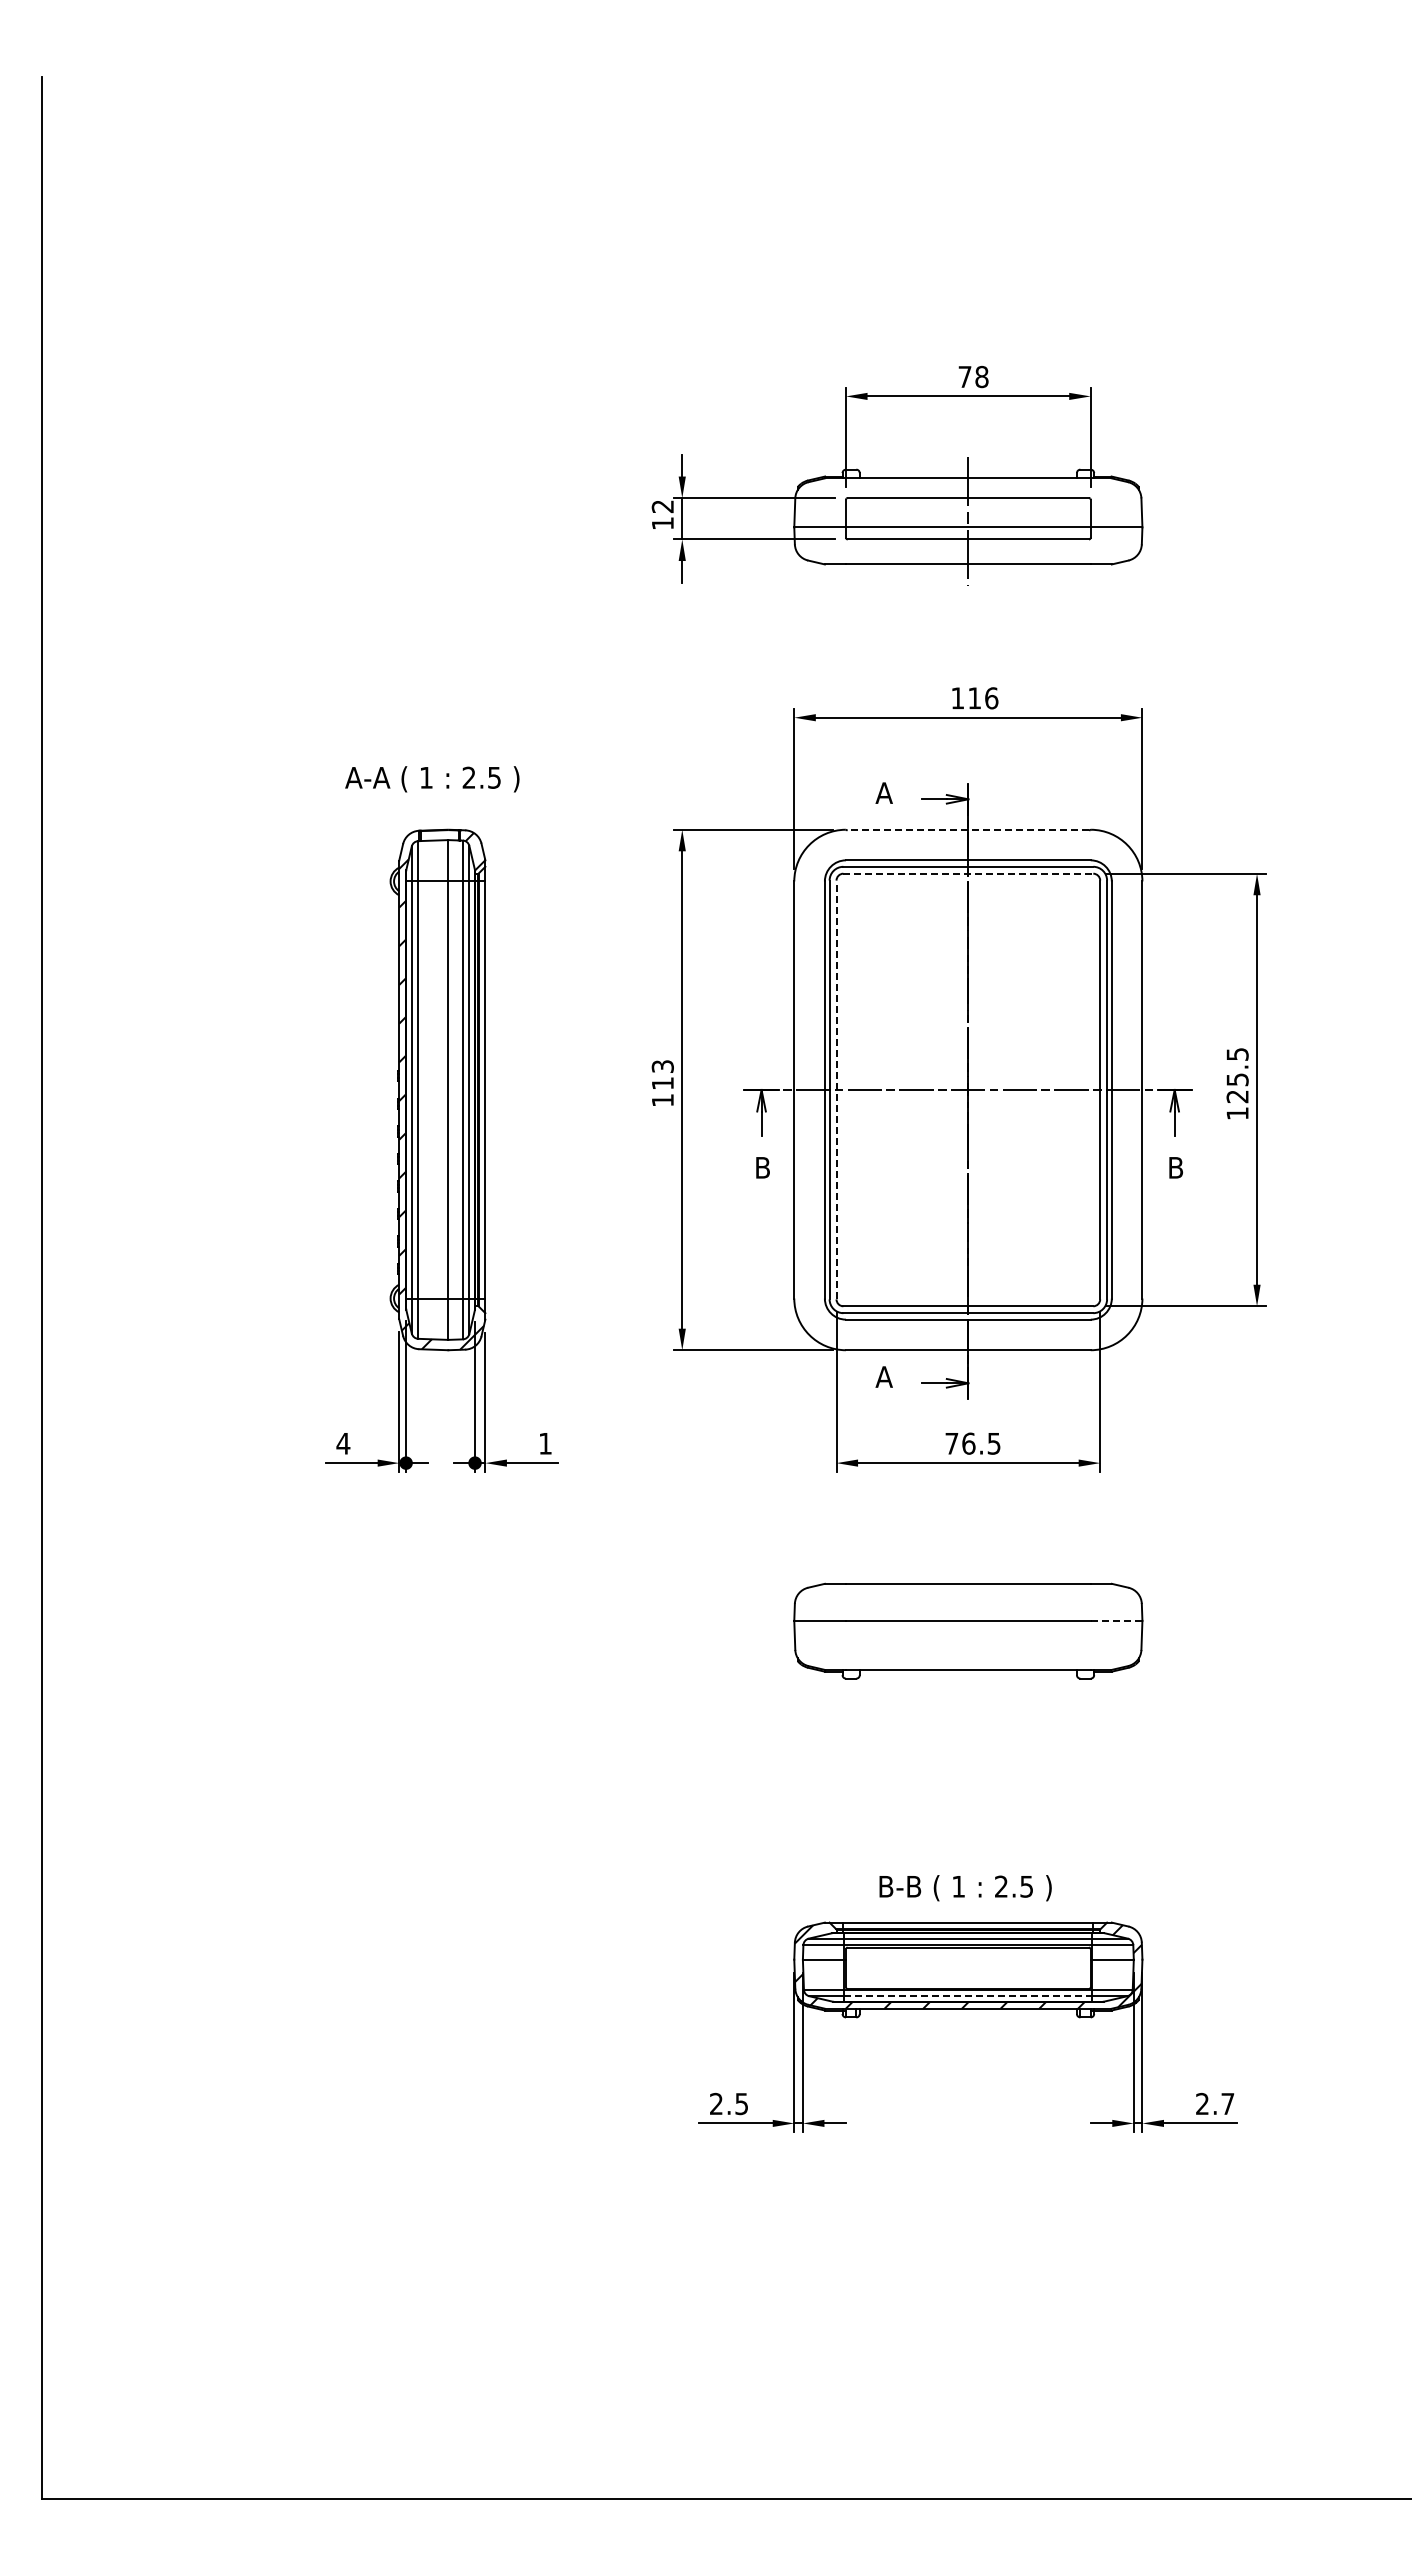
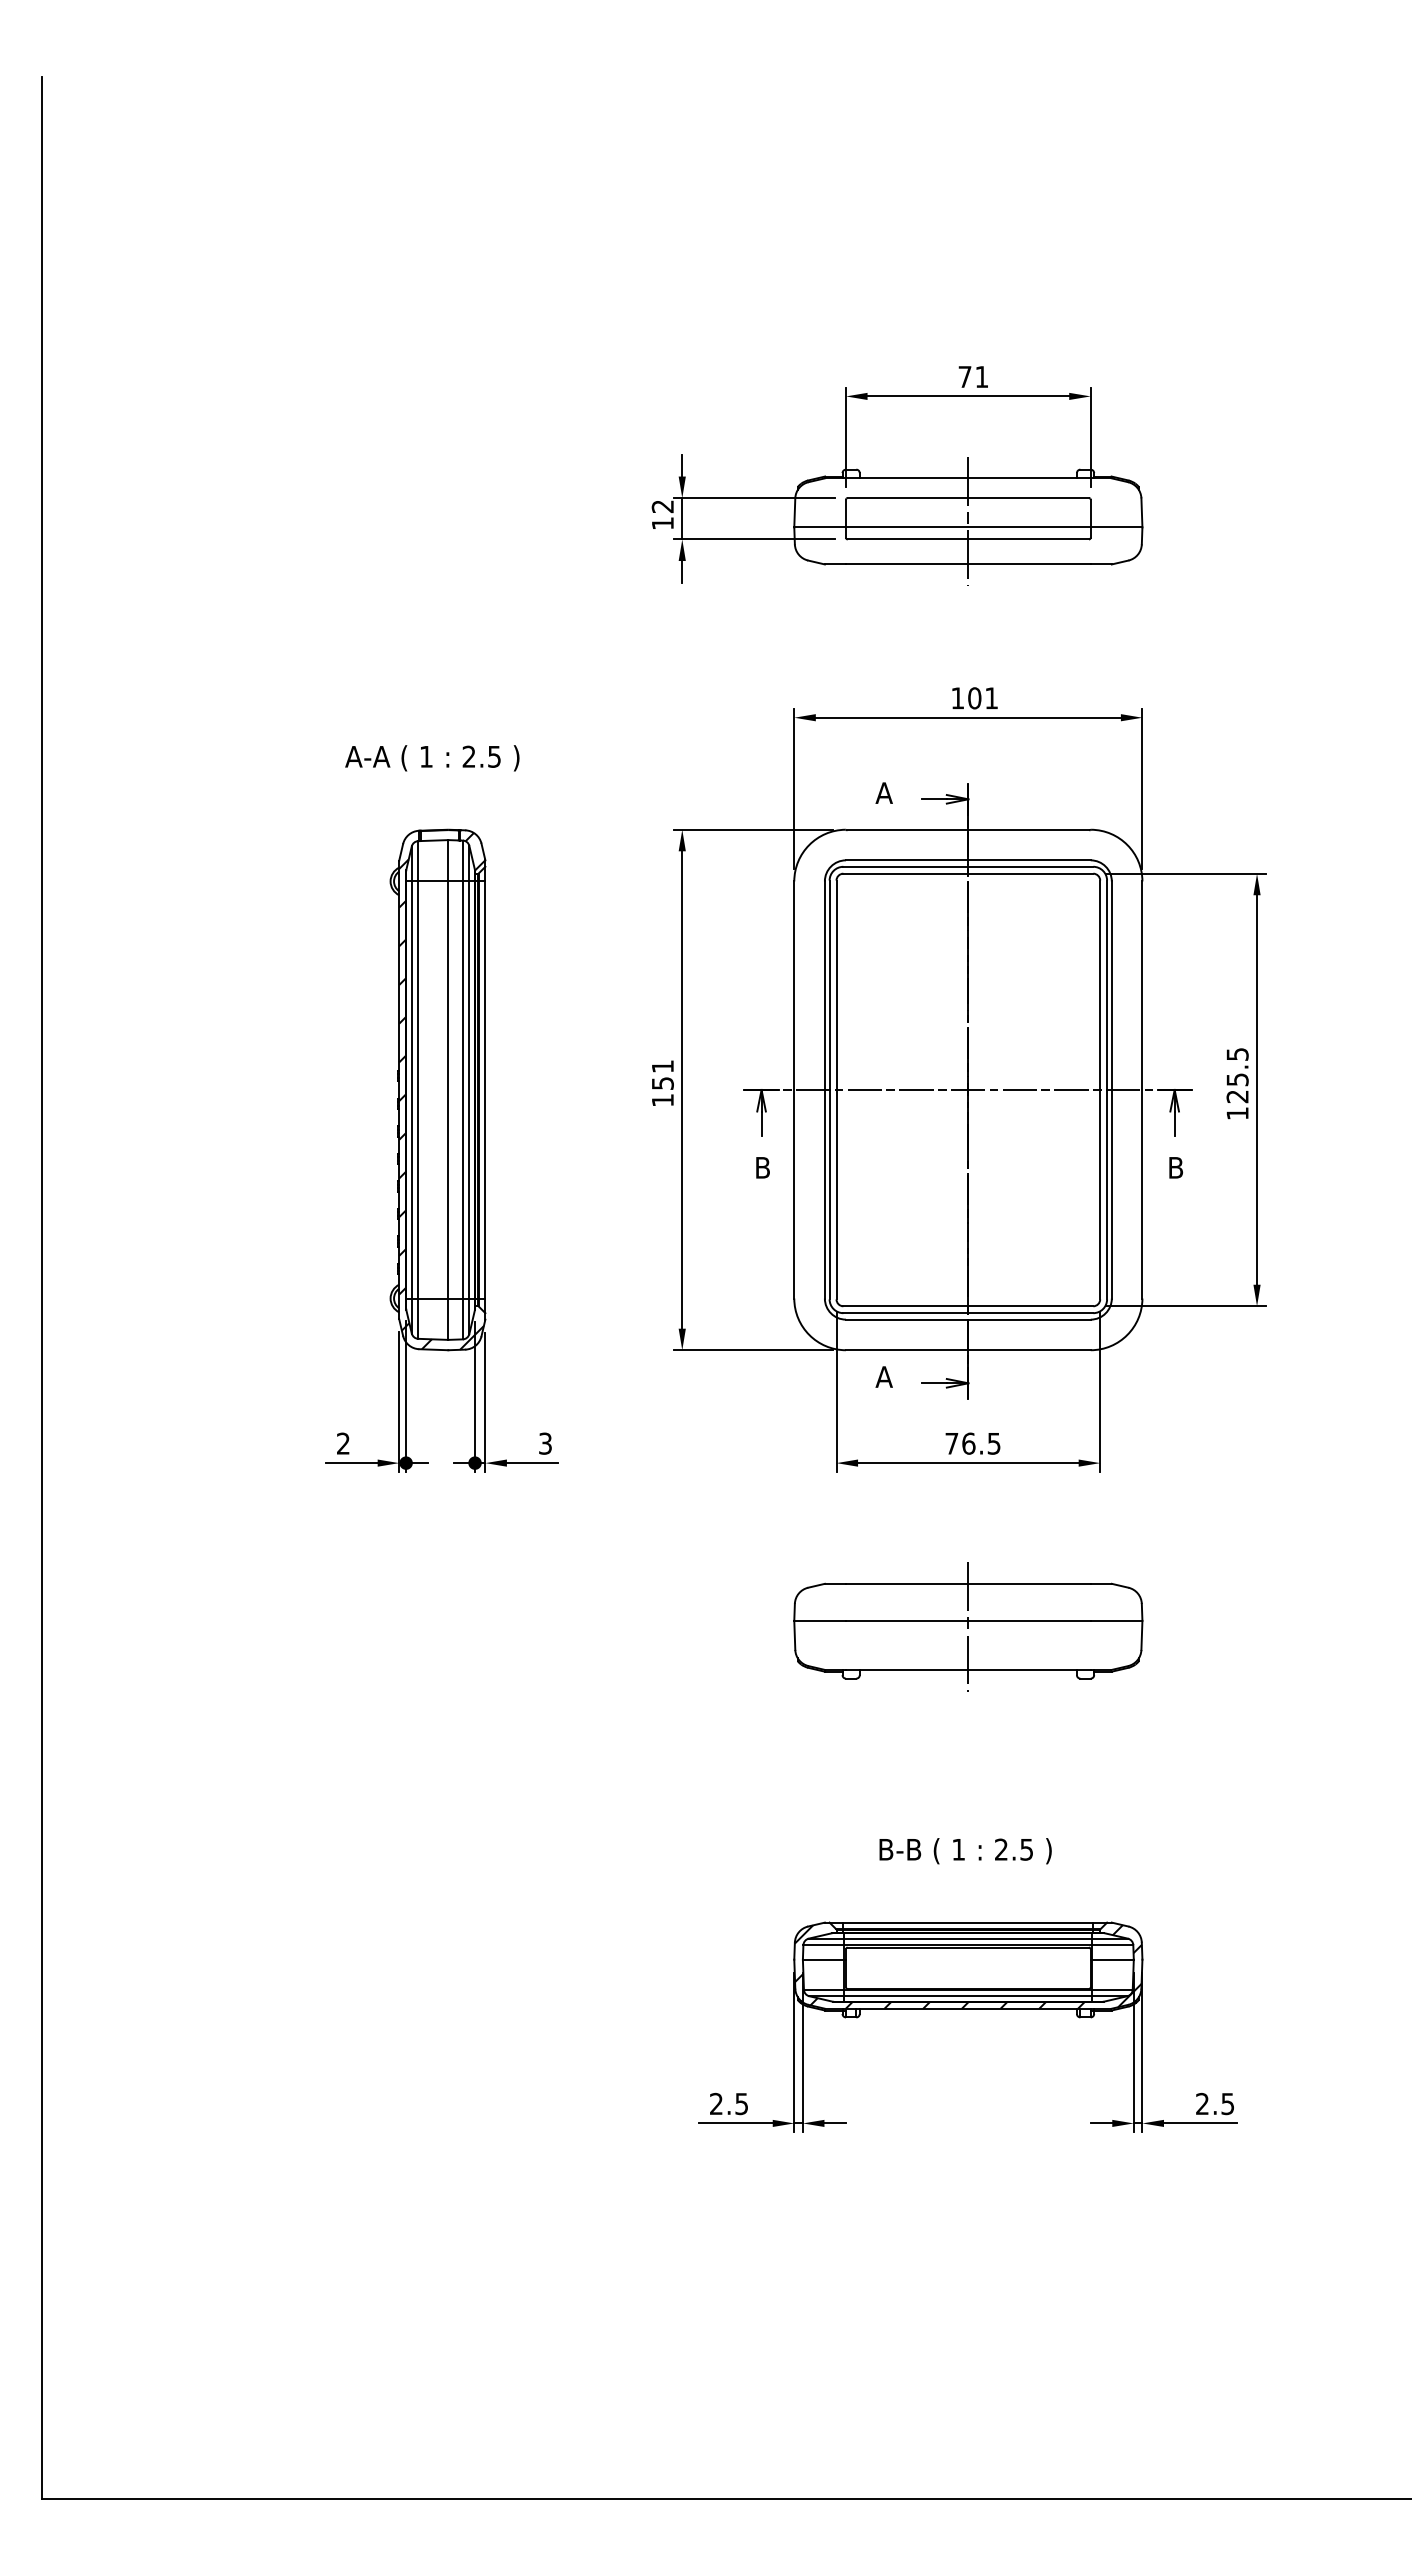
text at (981, 376): 78 -> 71
text at (983, 698): 116 -> 101
text at (432, 779) position: (432, 779) -> (432, 758)
line at (968, 830): dashed -> solid
line at (968, 873): dashed -> solid
text at (662, 1074): 113 -> 151
line at (836, 1089): dashed -> solid
text at (343, 1443): 4 -> 2
text at (545, 1443): 1 -> 3
line at (1116, 1620): dashed -> solid
line at (968, 1626): none -> present
text at (965, 1888) position: (965, 1888) -> (965, 1851)
line at (968, 1996): dashed -> solid
text at (1227, 2104): 2.7 -> 2.5
